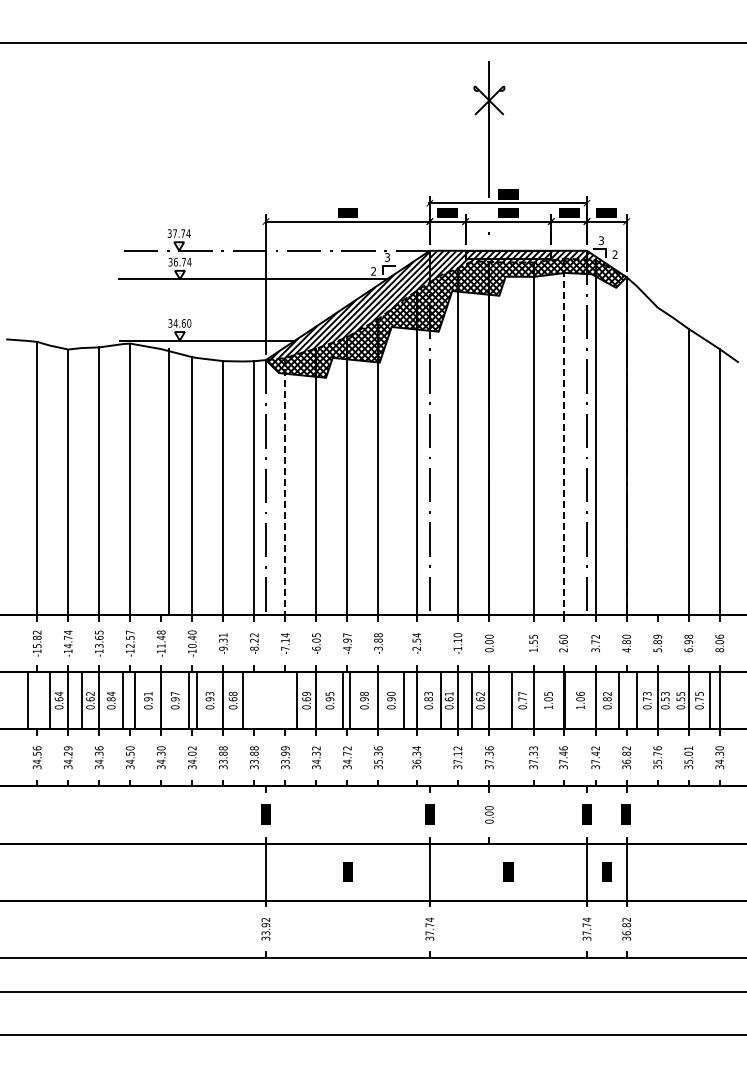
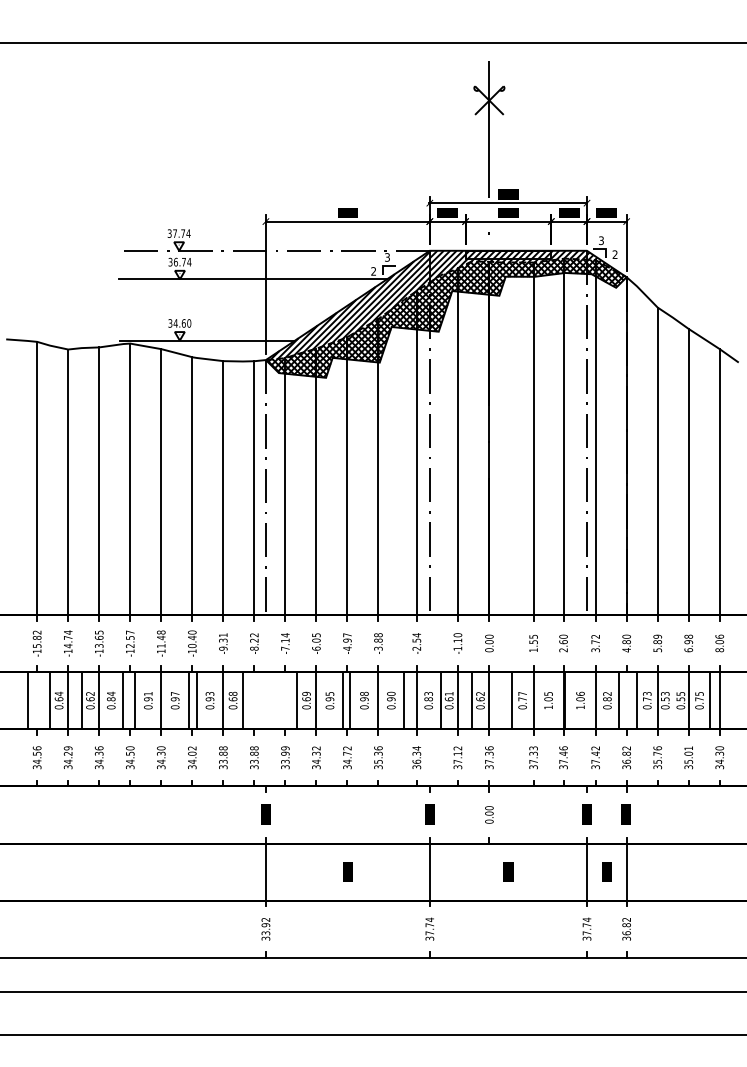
line at (563, 437): dashed -> solid
line at (657, 460): none -> present
line at (169, 481) position: (169, 481) -> (161, 481)
line at (285, 487): dashed -> solid
